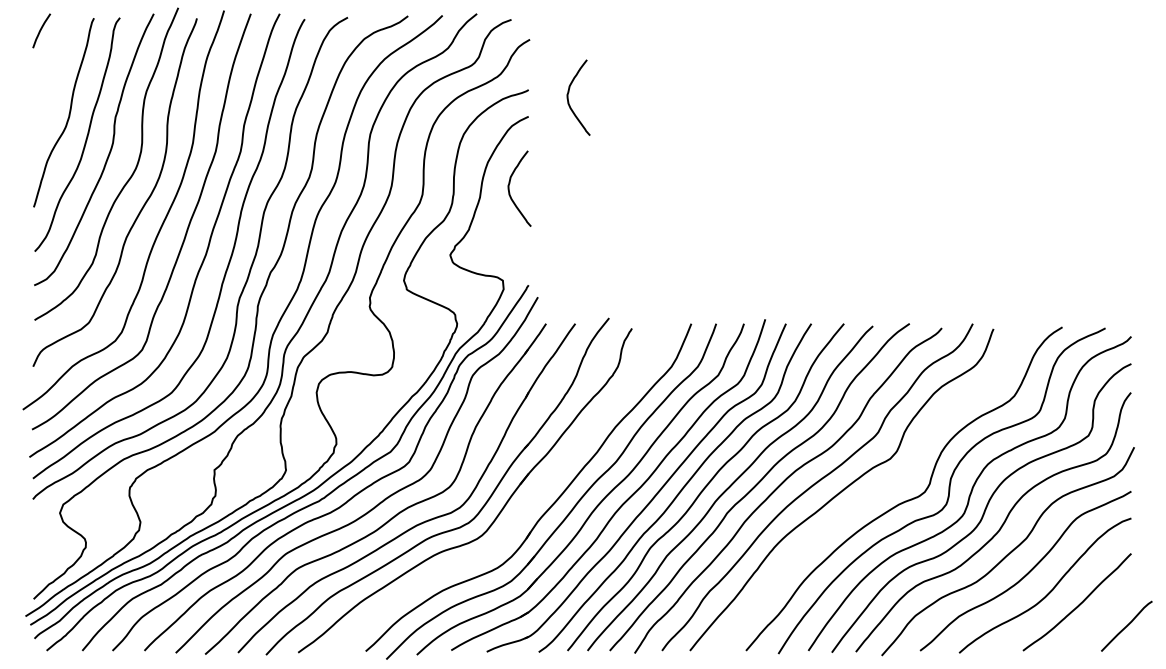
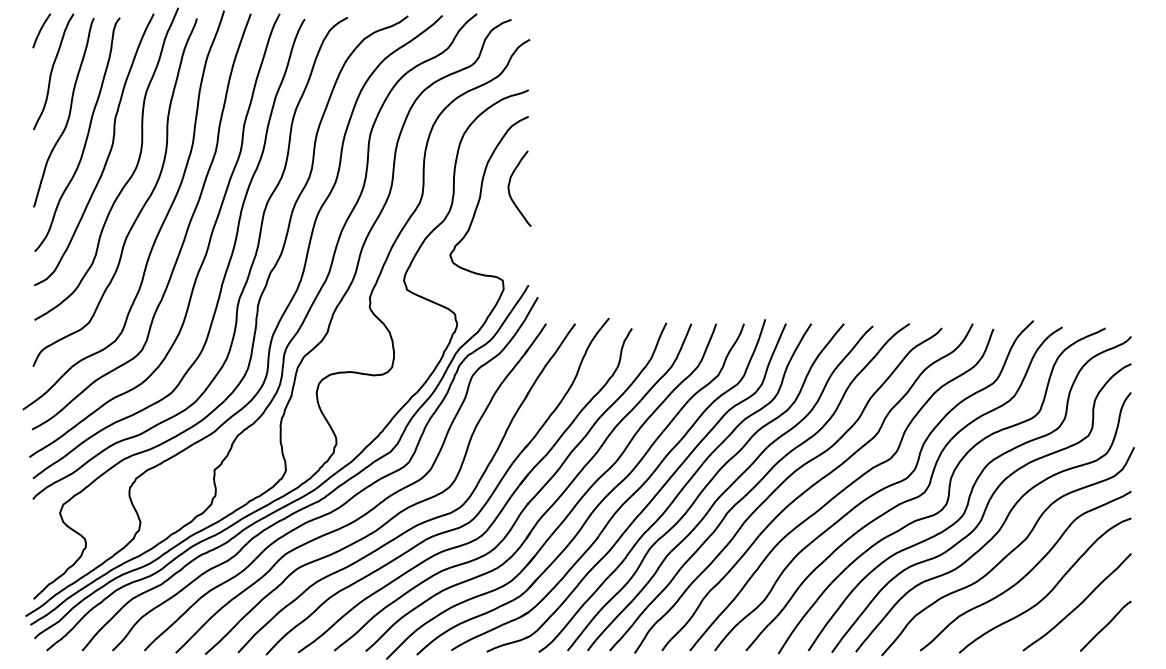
curve at (52, 71): none -> present
curve at (569, 101): present -> none
curve at (876, 491): none -> present
part at (526, 503): none -> present
line at (1126, 625) position: (1126, 625) -> (1105, 625)
